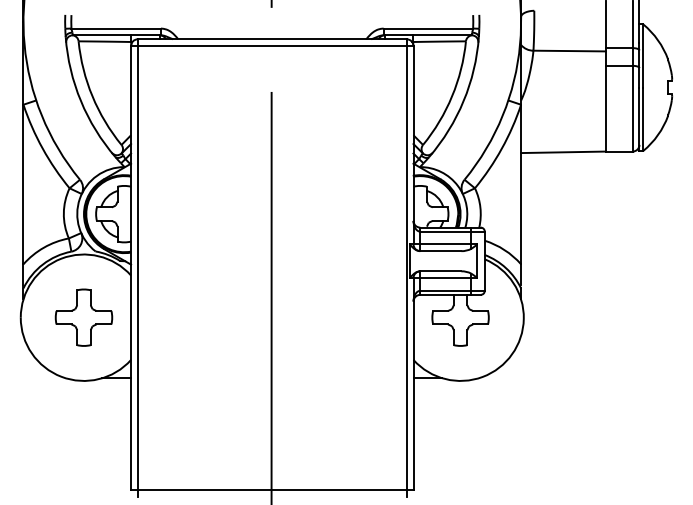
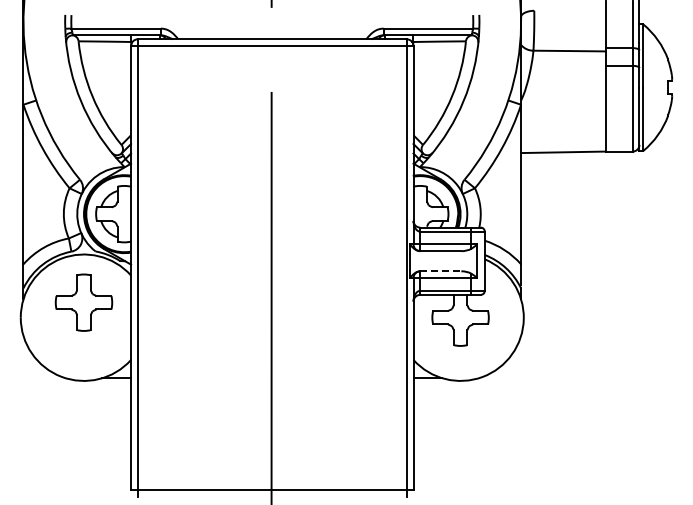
line at (440, 271): solid -> dashed
part at (83, 317) position: (83, 317) -> (83, 302)
